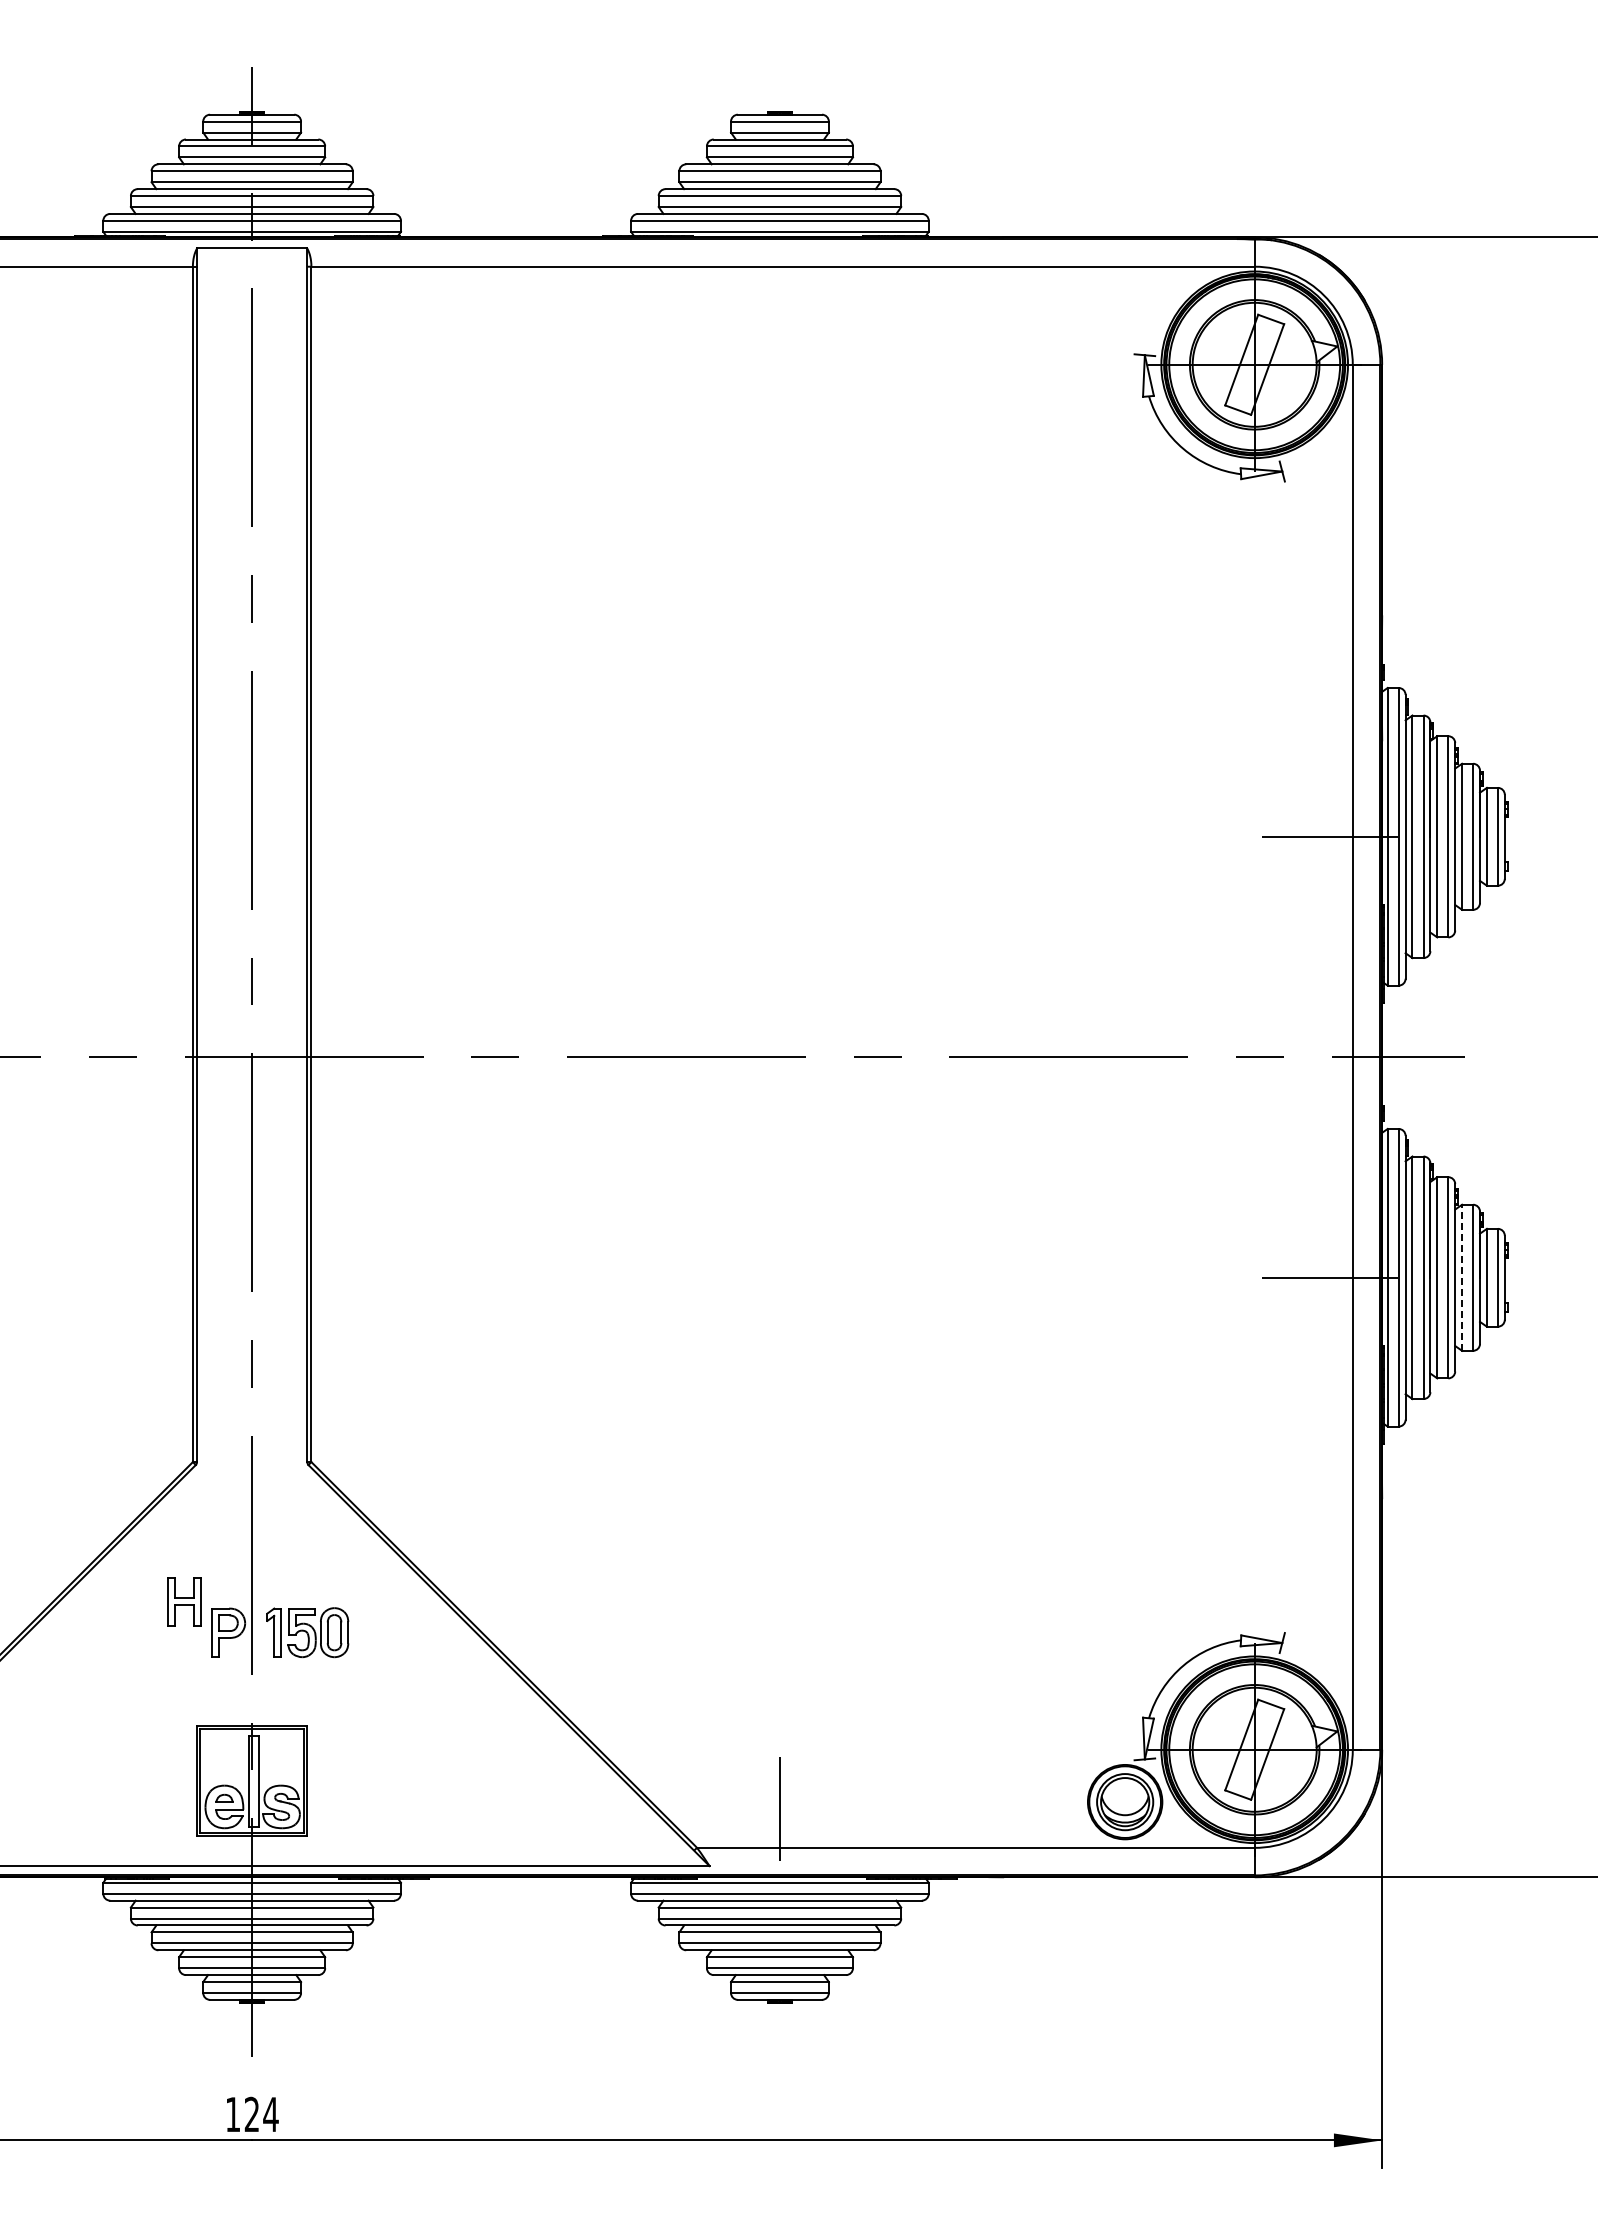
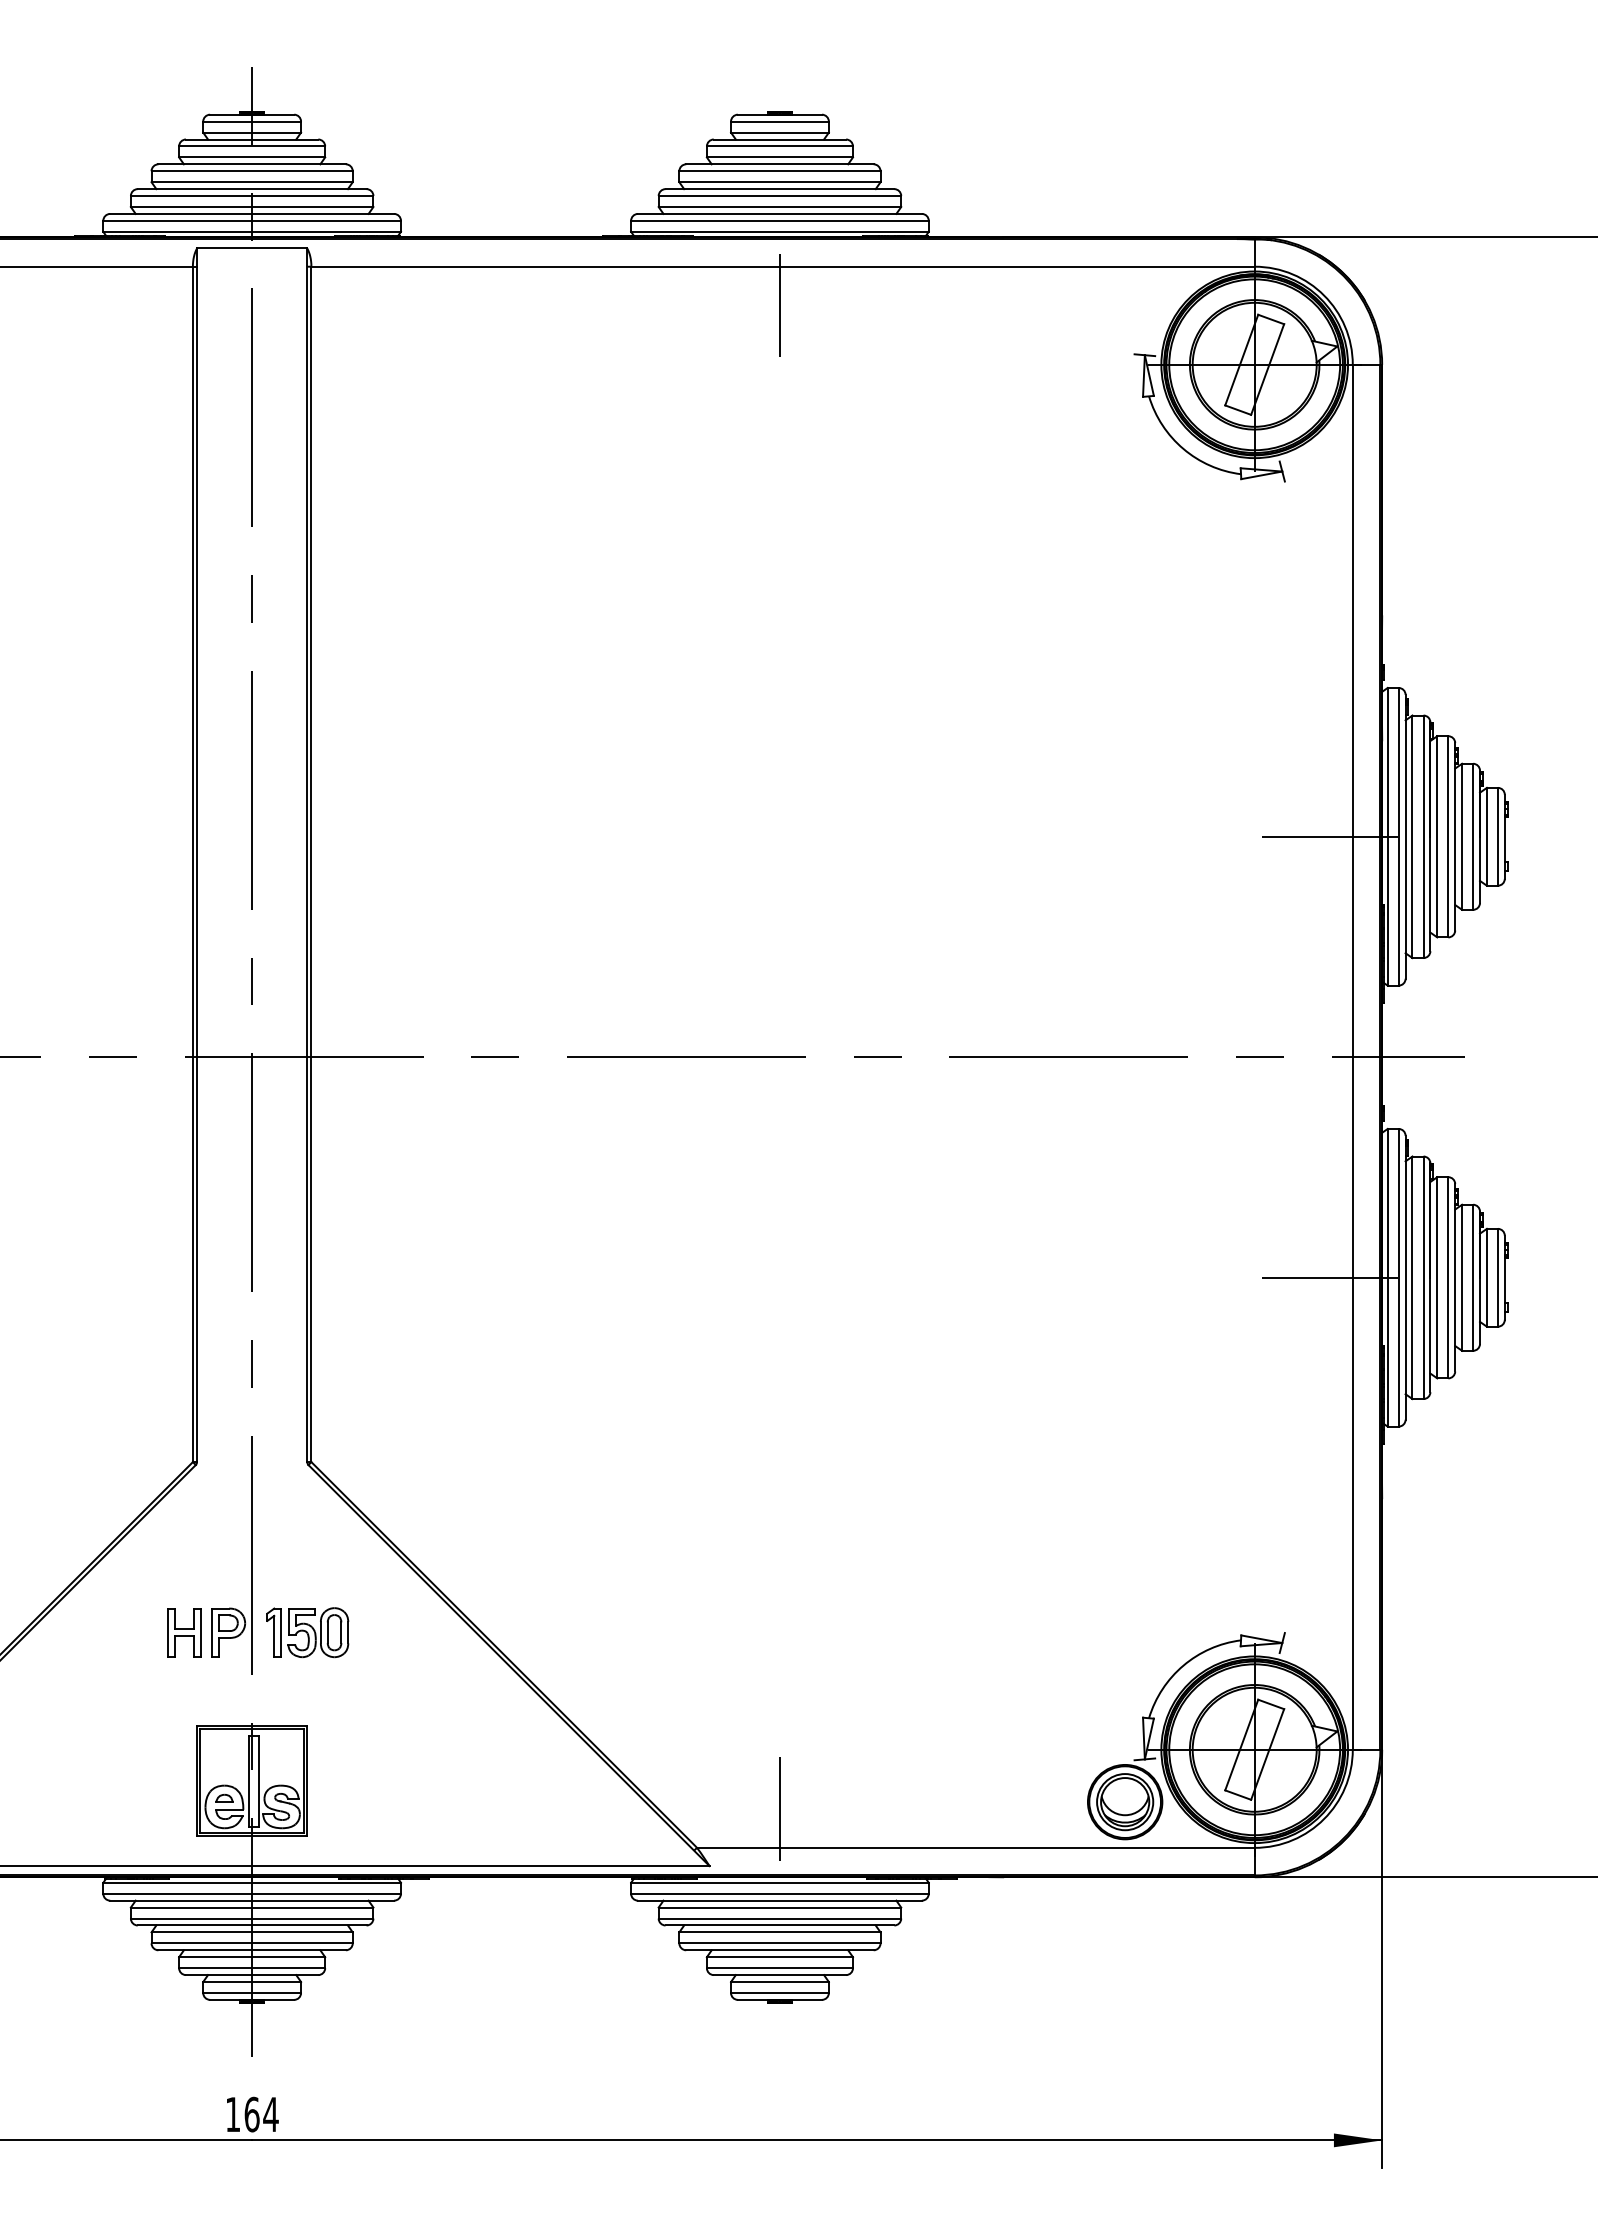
line at (779, 305): none -> present
line at (1462, 1277): dashed -> solid
part at (184, 1601) position: (184, 1601) -> (184, 1632)
text at (251, 2114): 124 -> 164
